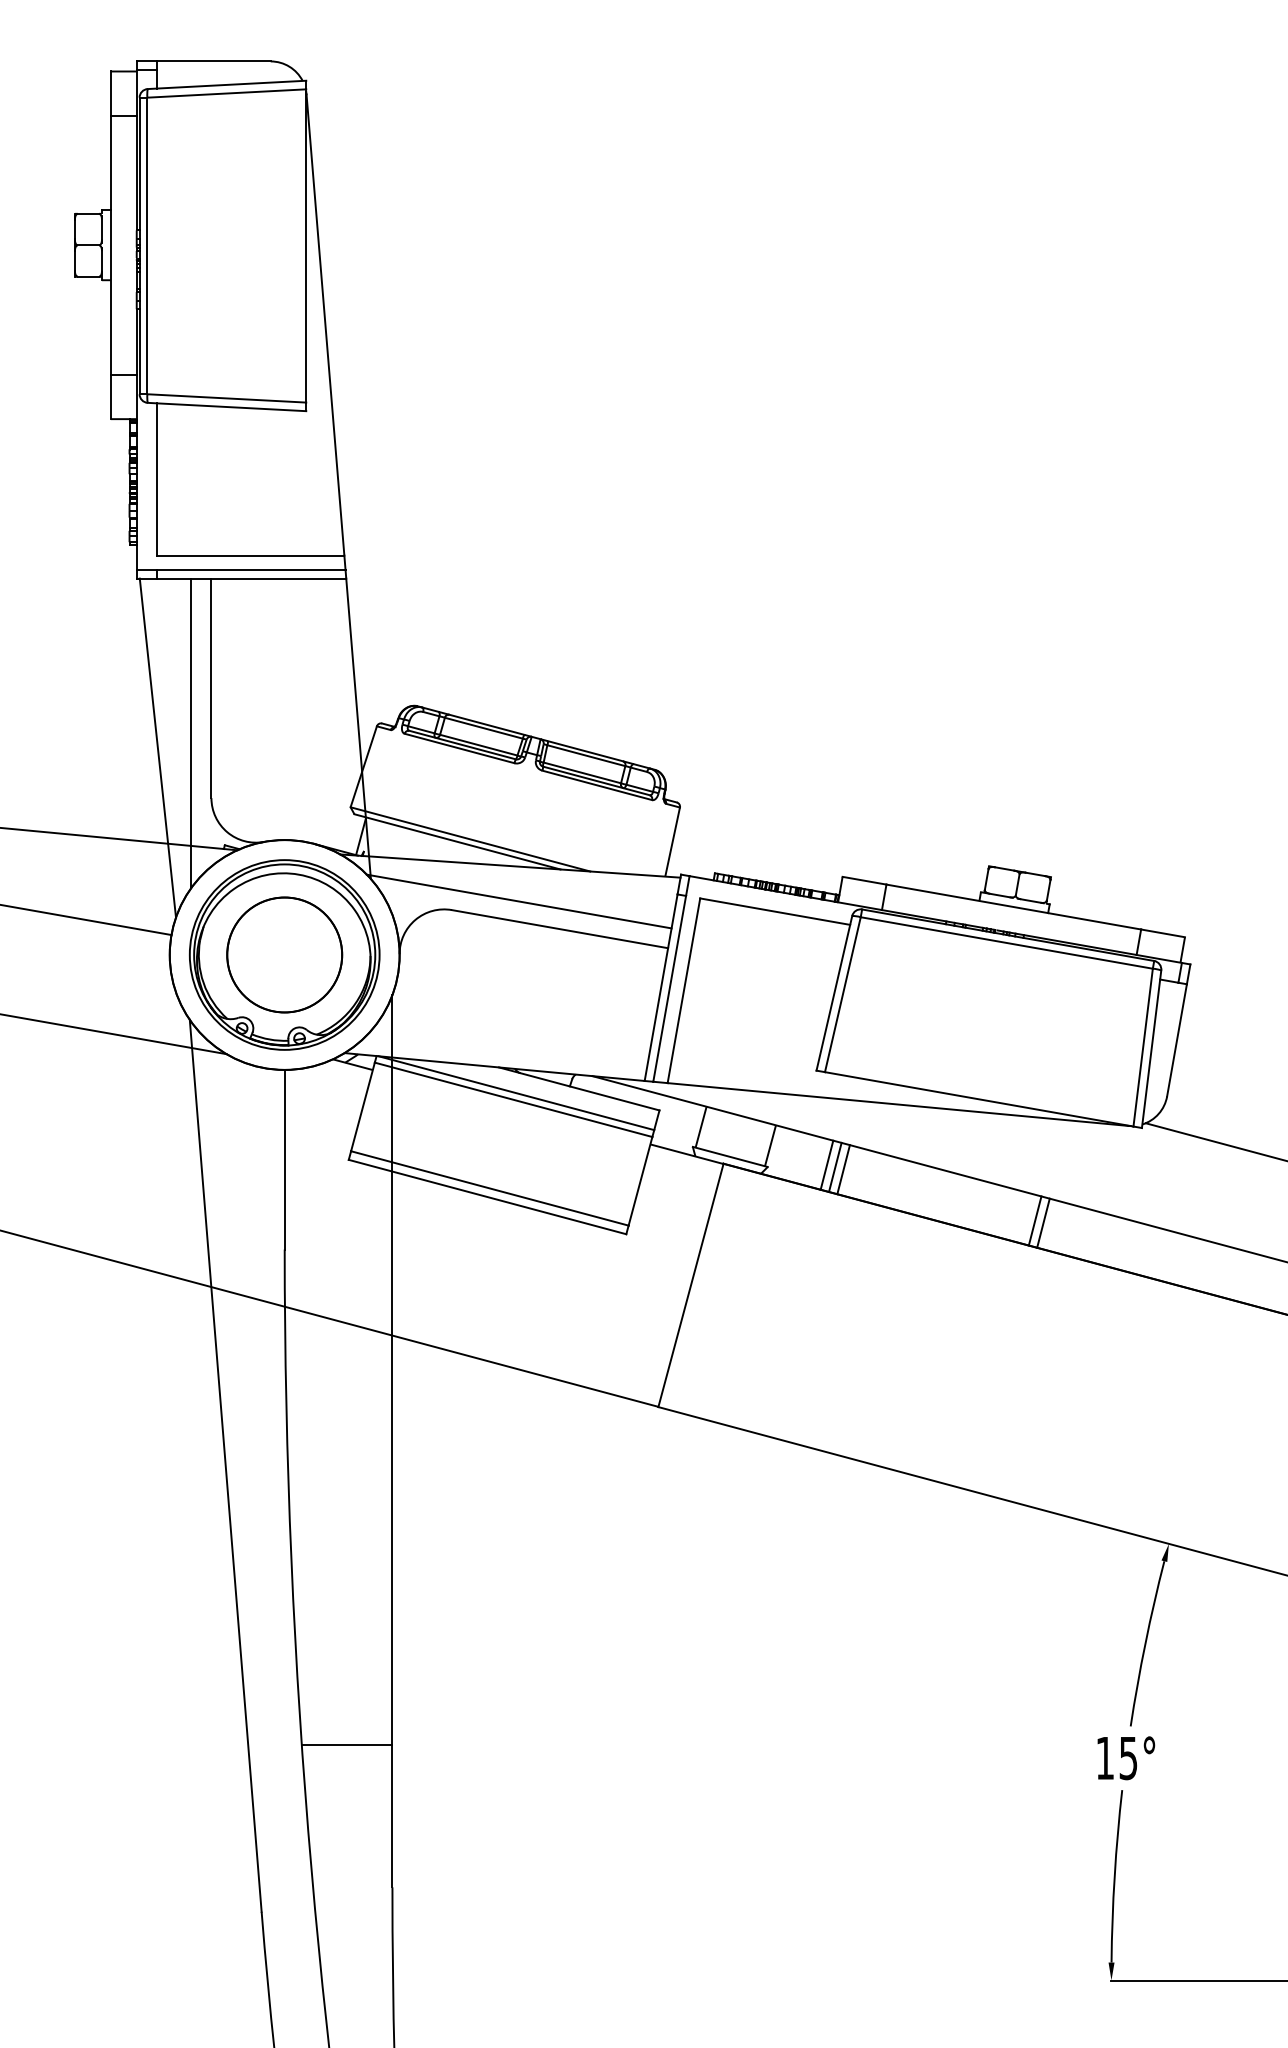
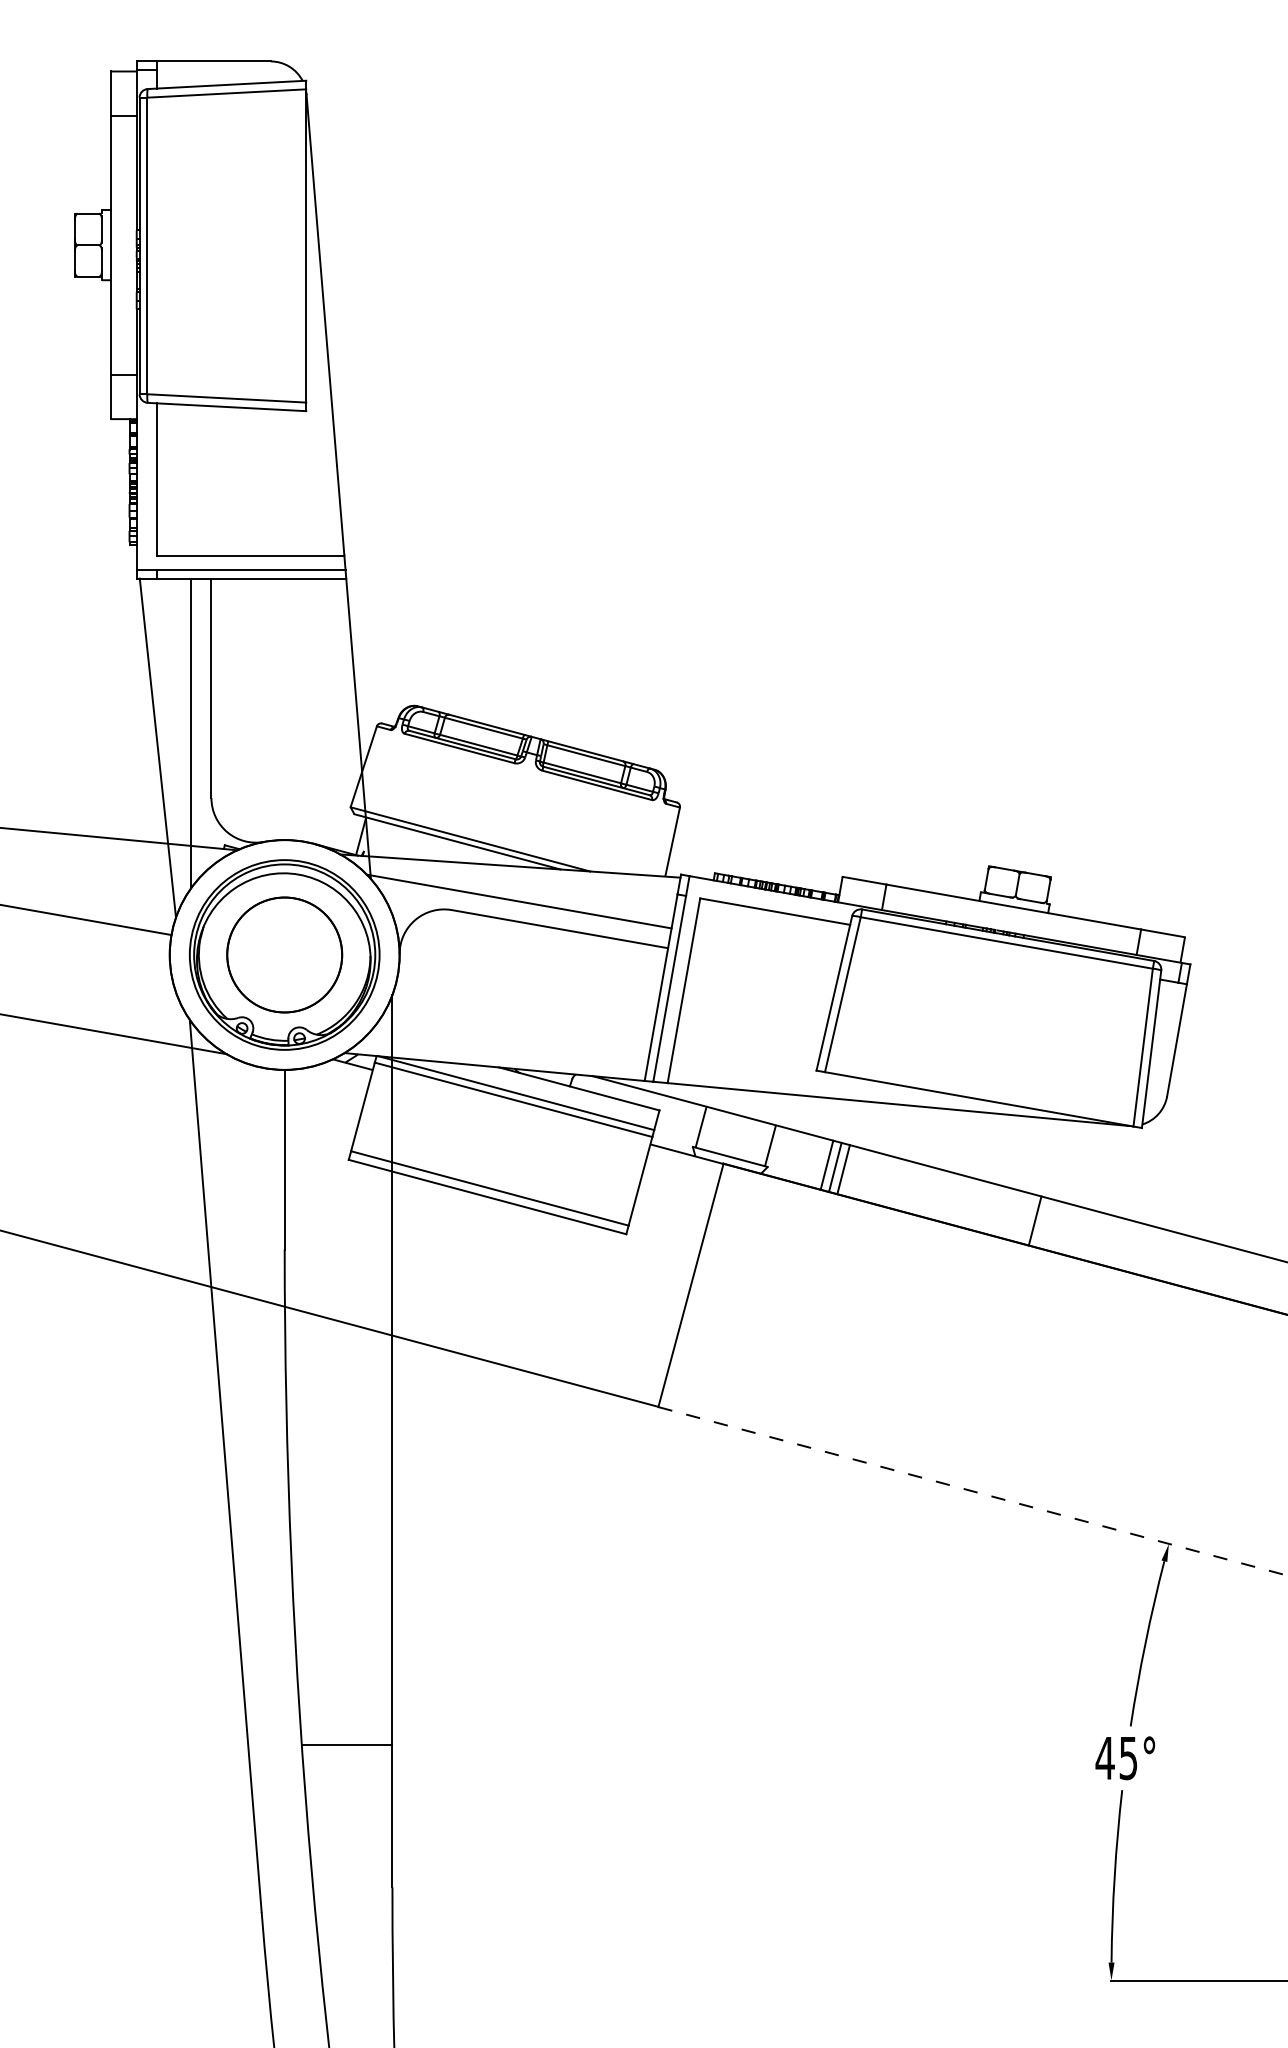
line at (1214, 1141): present -> none
line at (1043, 1222): present -> none
line at (972, 1491): solid -> dashed
text at (1104, 1758): 15° -> 45°
